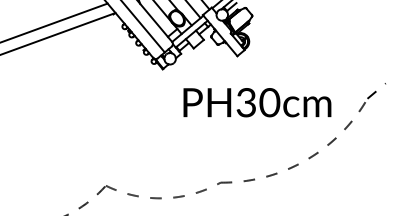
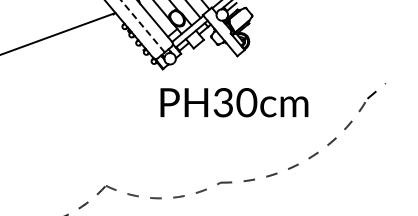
line at (54, 22): present -> none
line at (143, 26): solid -> dashed
text at (257, 102) position: (257, 102) -> (234, 102)
